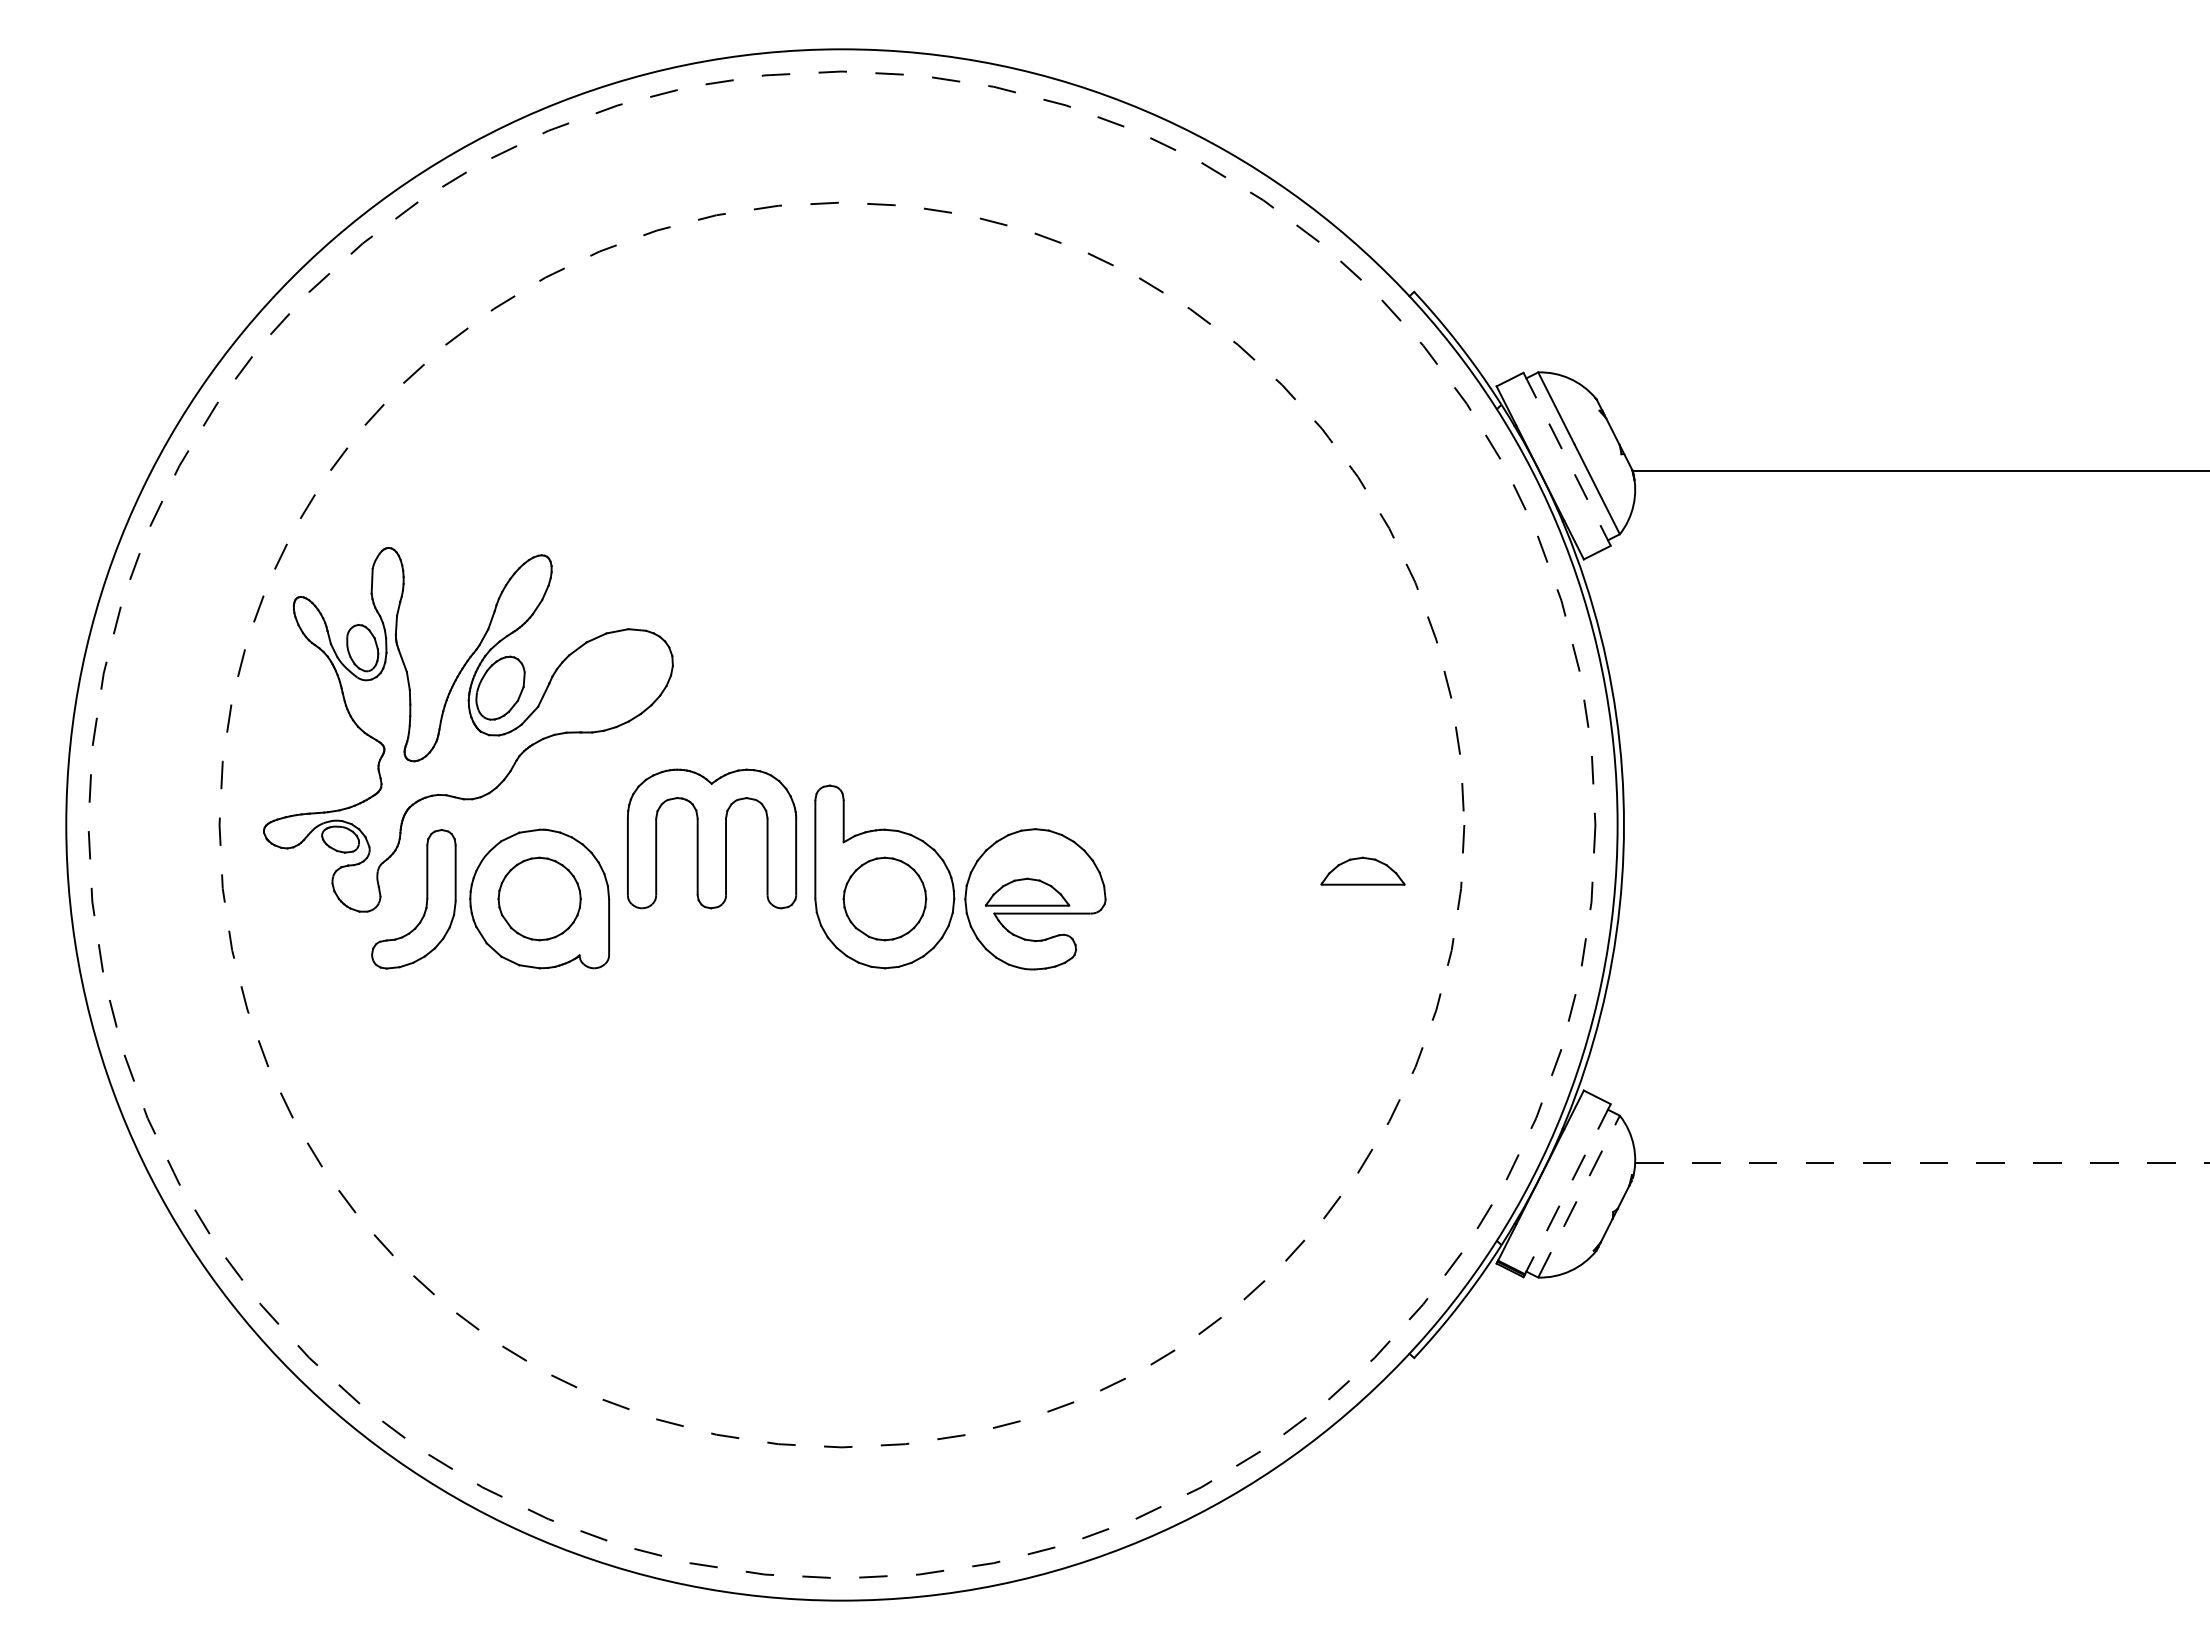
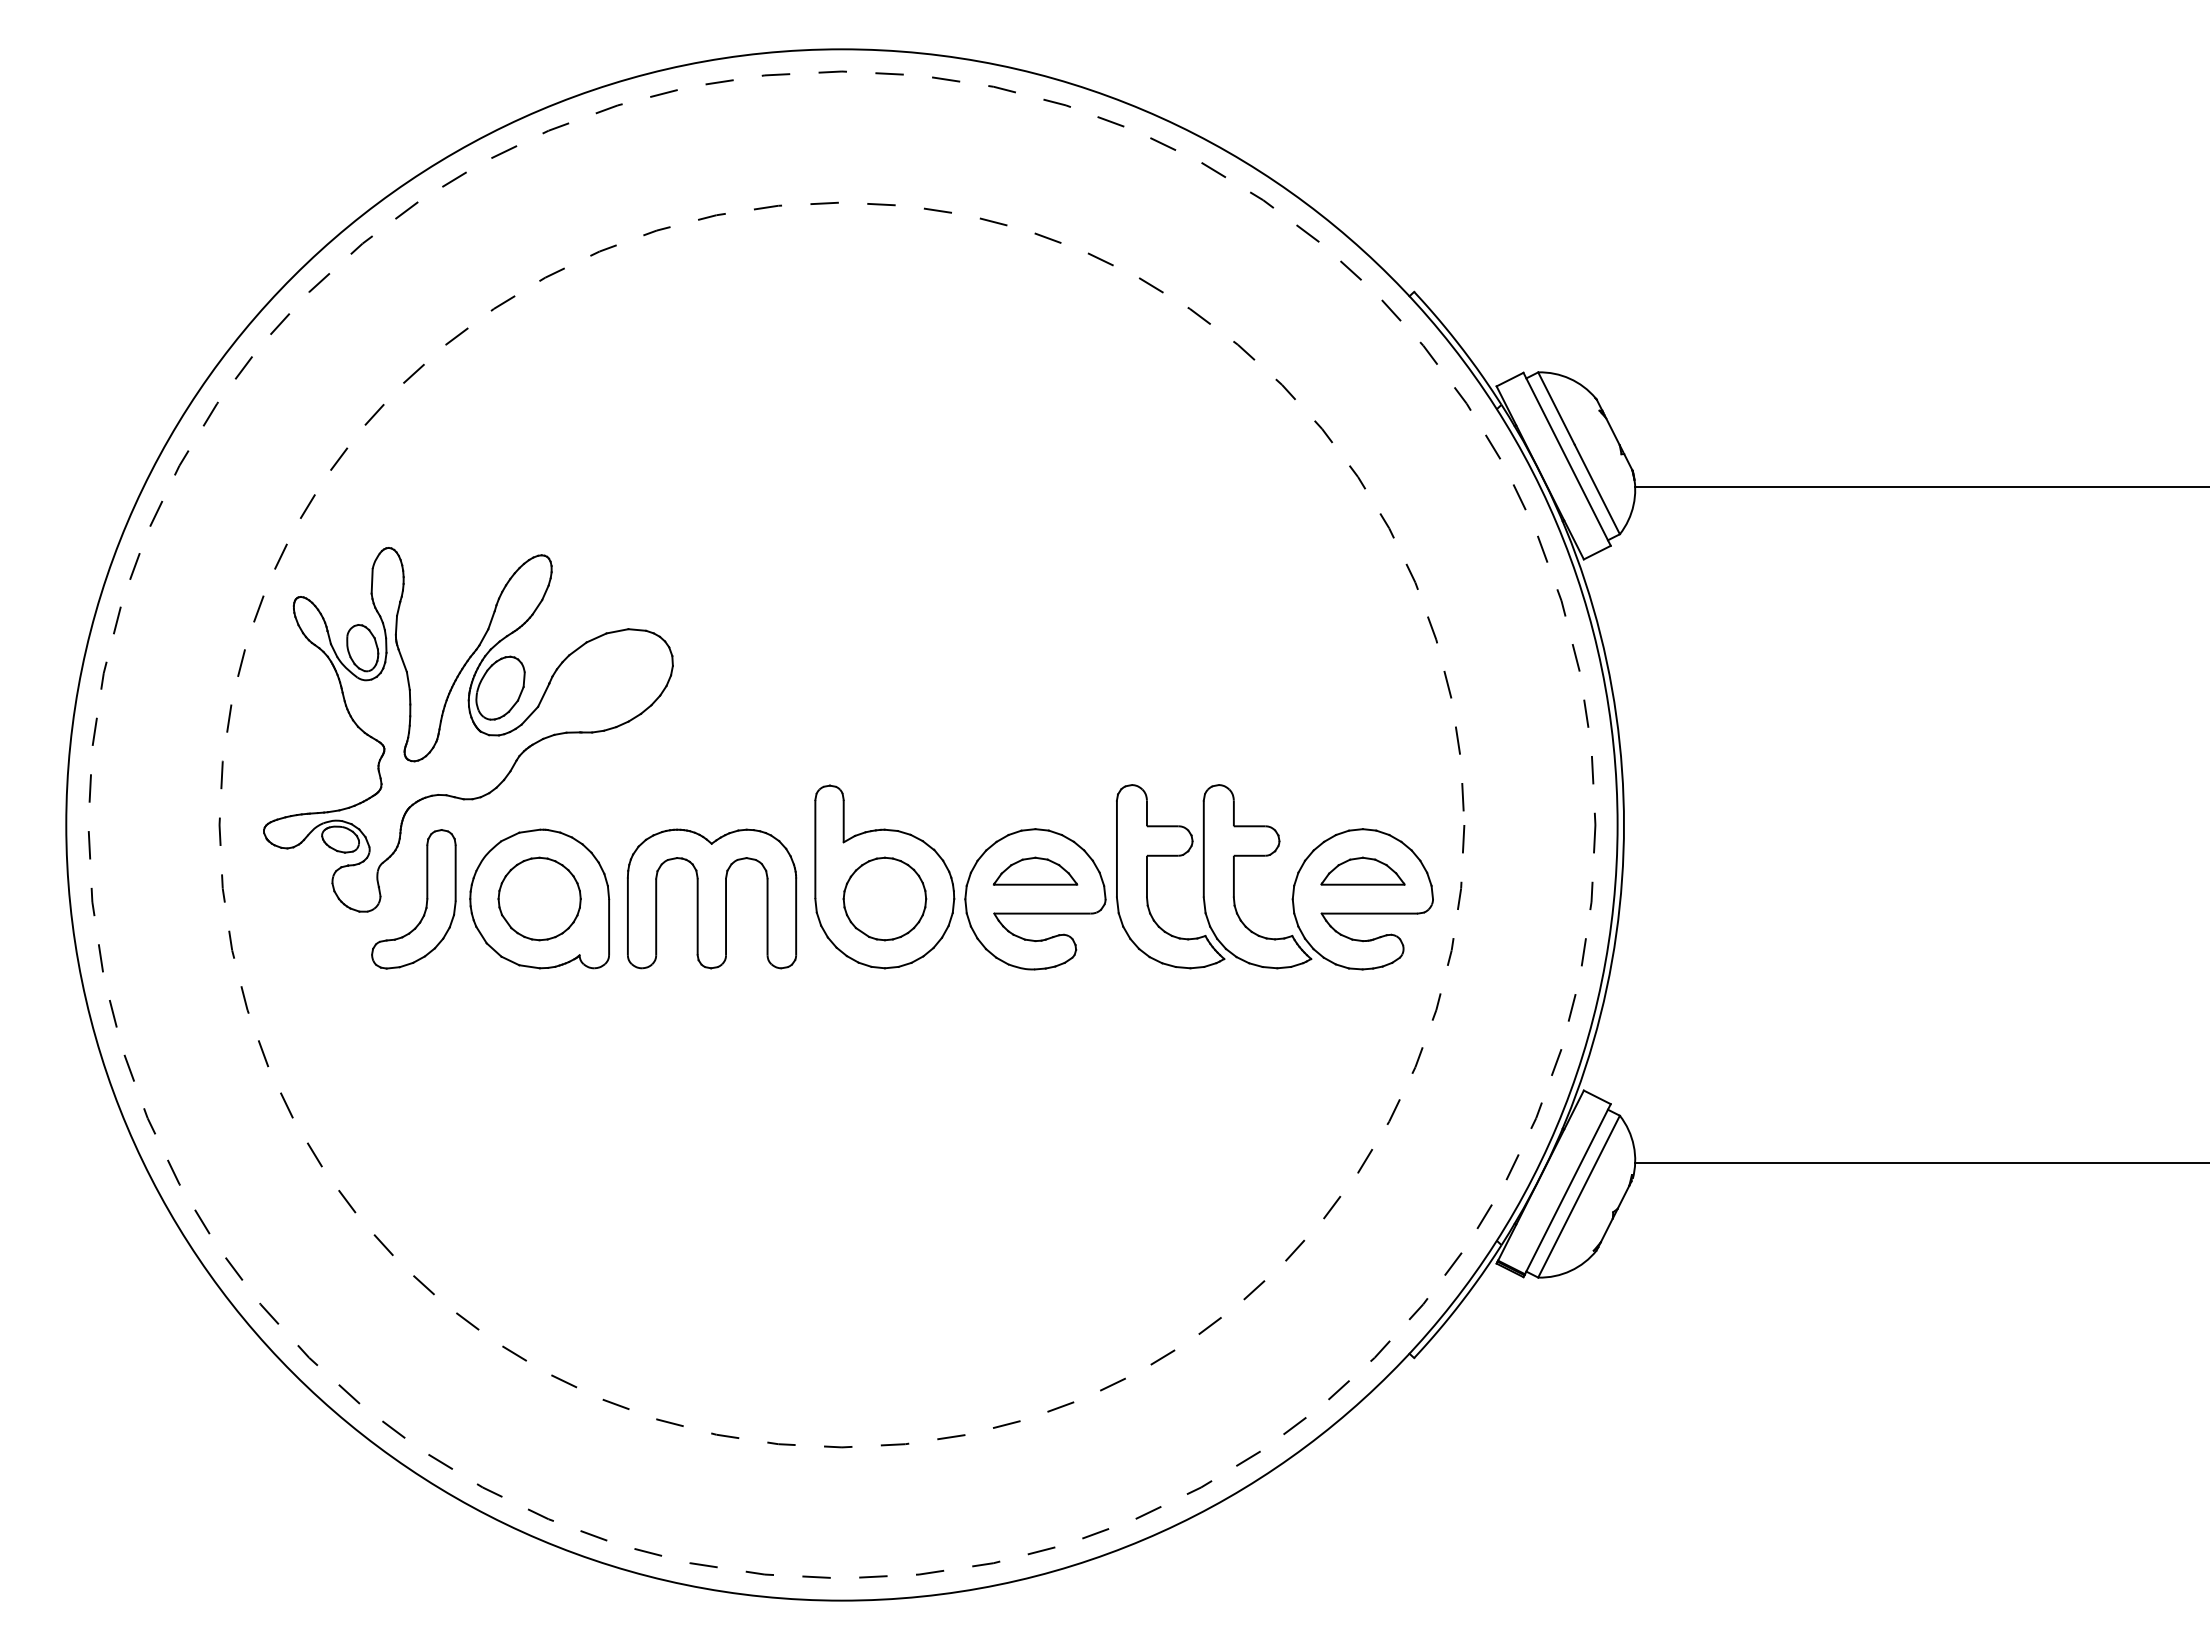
line at (1567, 459): dashed -> solid
line at (1920, 471) position: (1920, 471) -> (1920, 487)
part at (711, 838) position: (711, 838) -> (711, 898)
part at (1293, 884): none -> present
part at (1027, 891) position: (1027, 891) -> (1035, 870)
line at (1923, 1162): dashed -> solid
line at (1567, 1189): dashed -> solid
line at (1579, 1196): dashed -> solid
